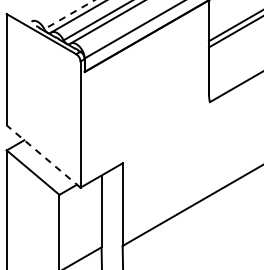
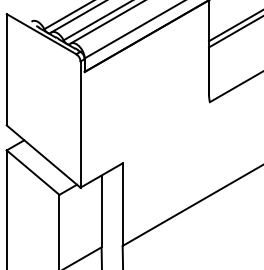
line at (69, 14): dashed -> solid
line at (43, 156): dashed -> solid
